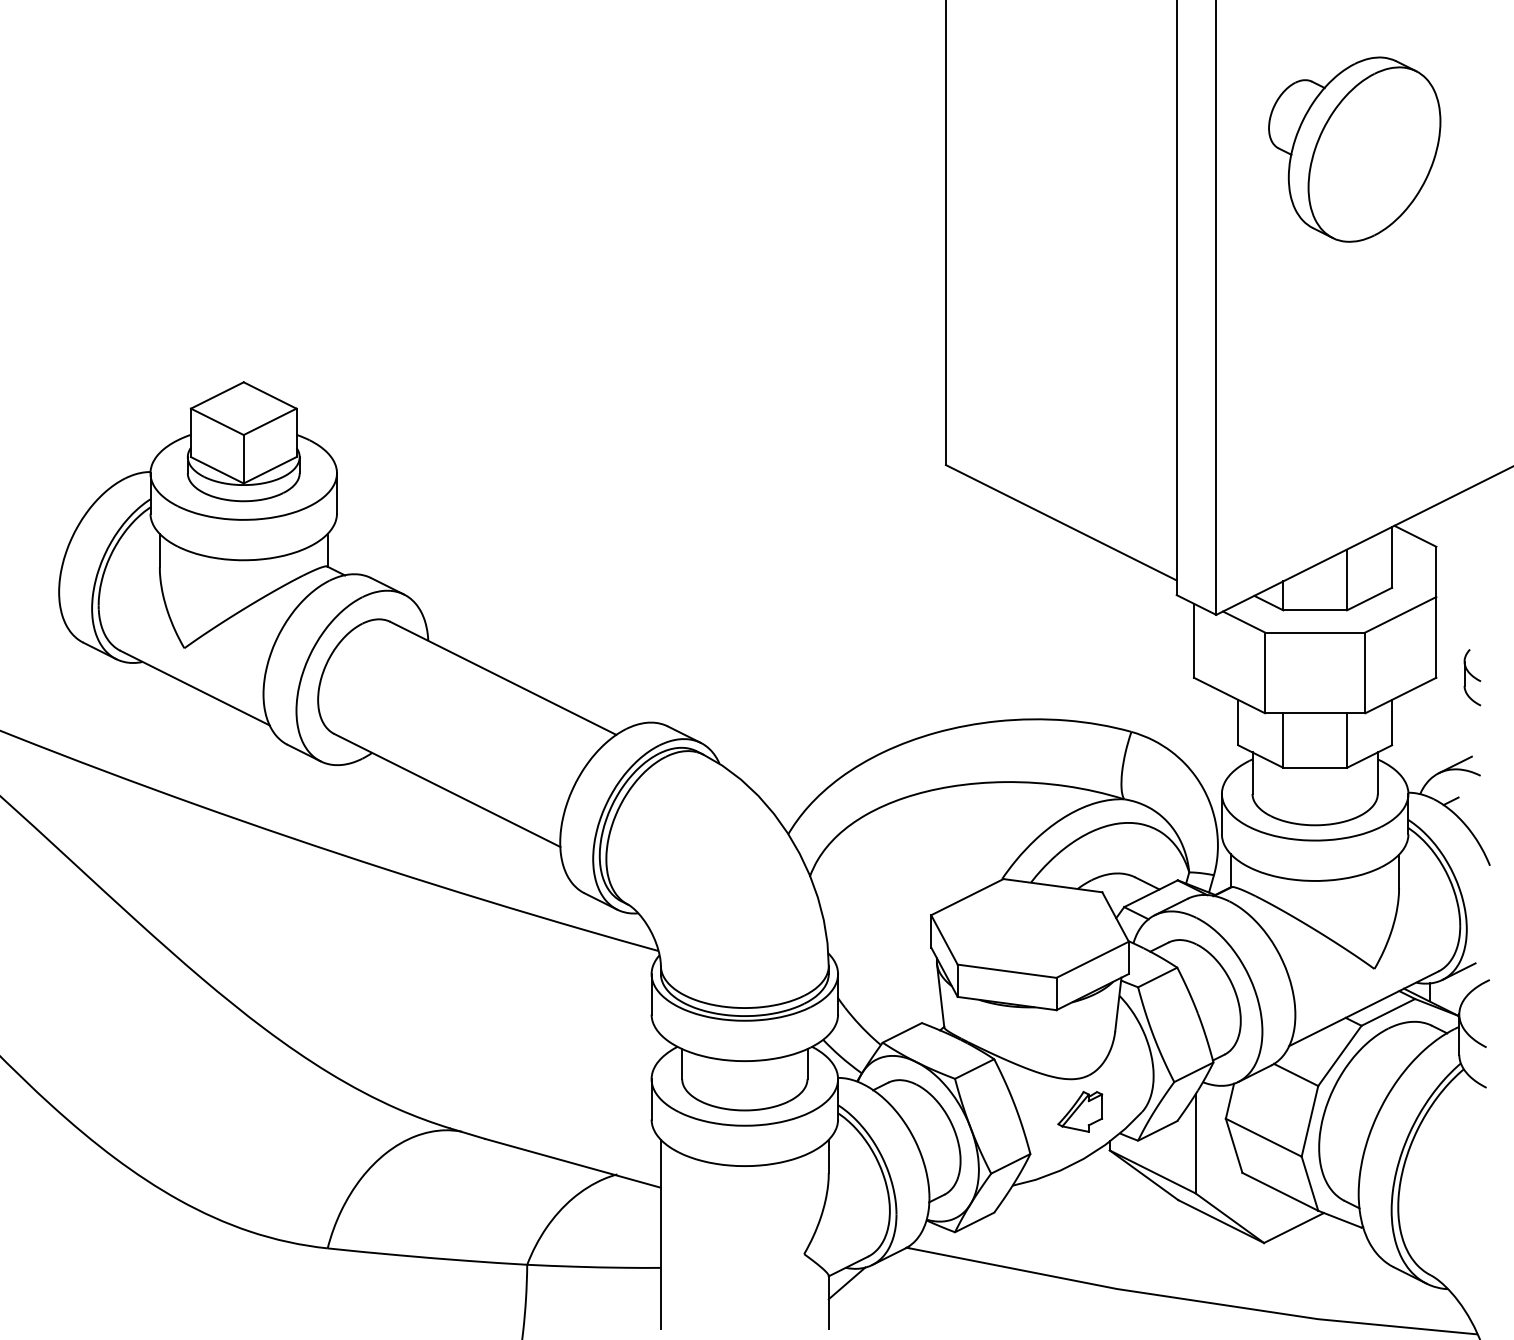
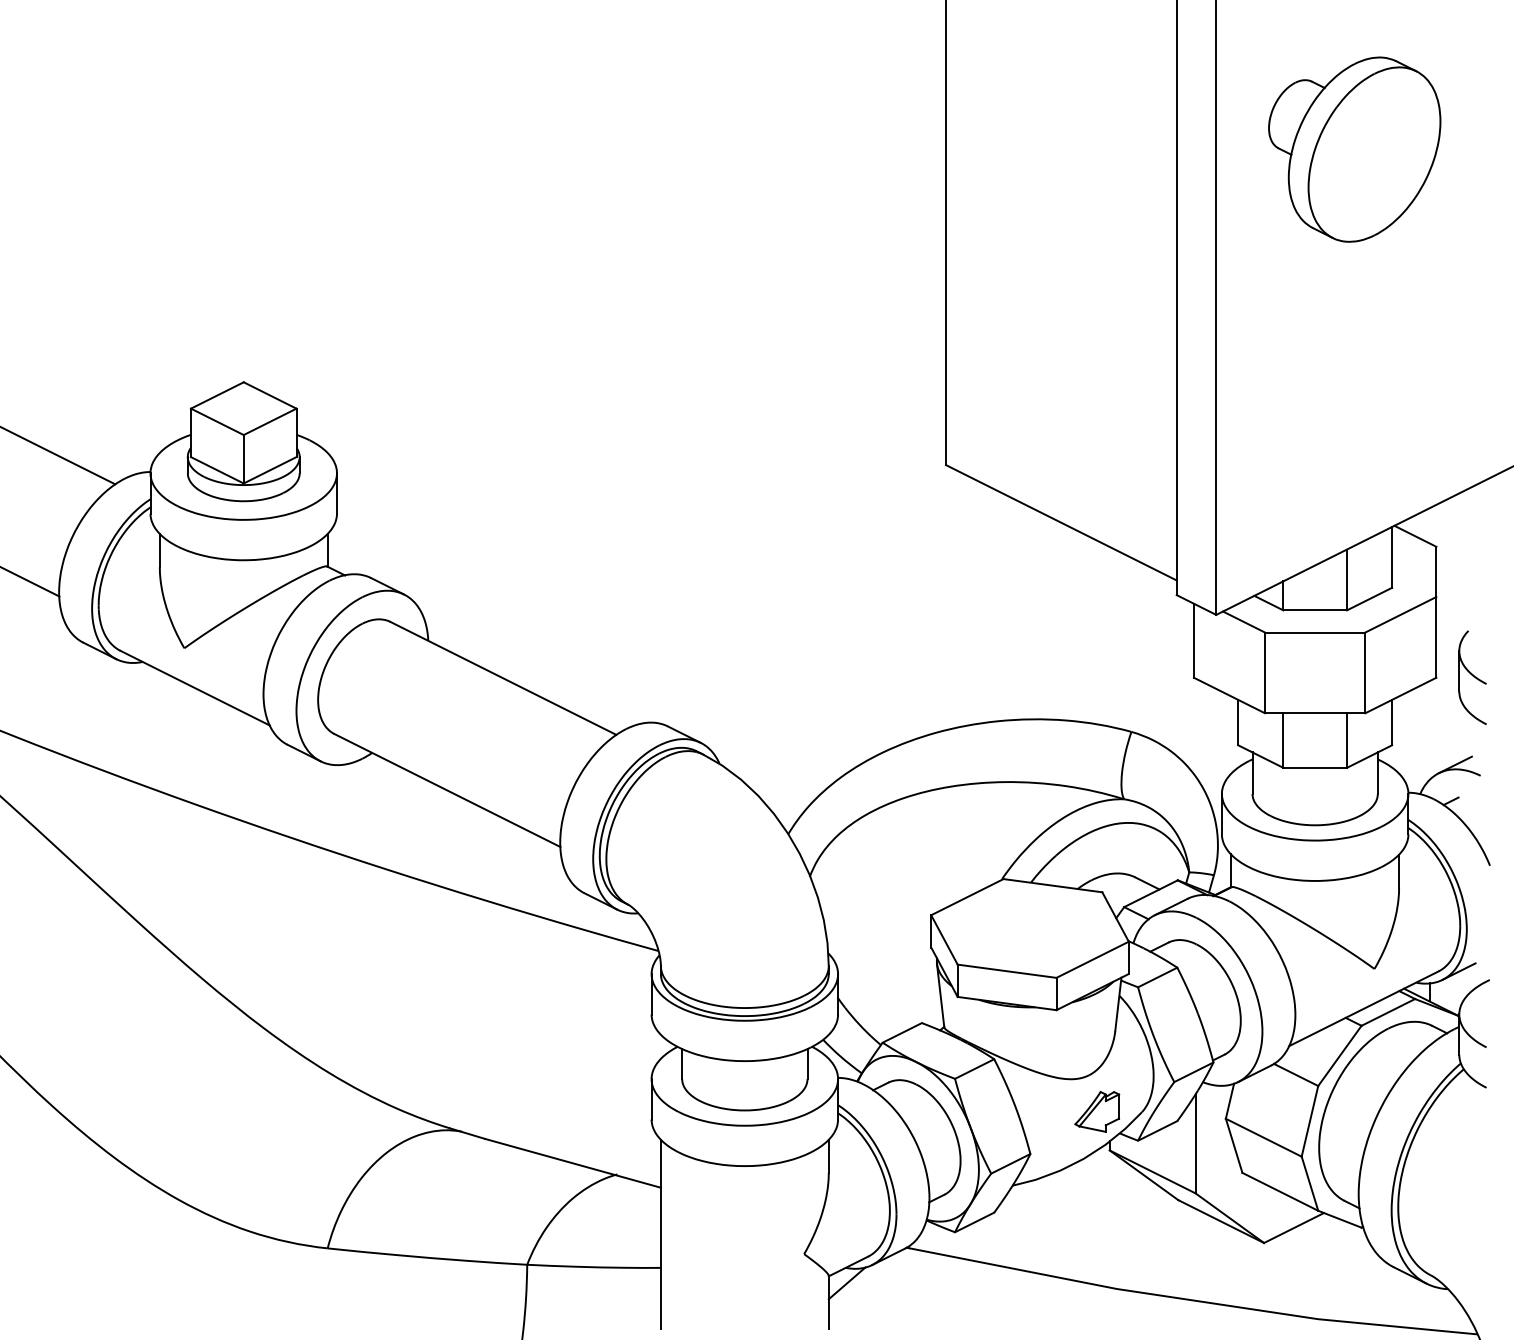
line at (58, 455): none -> present
line at (30, 581): none -> present
part at (1472, 677) size: 19x58 px -> 29x95 px
part at (1080, 1111) position: (1080, 1111) -> (1097, 1111)
